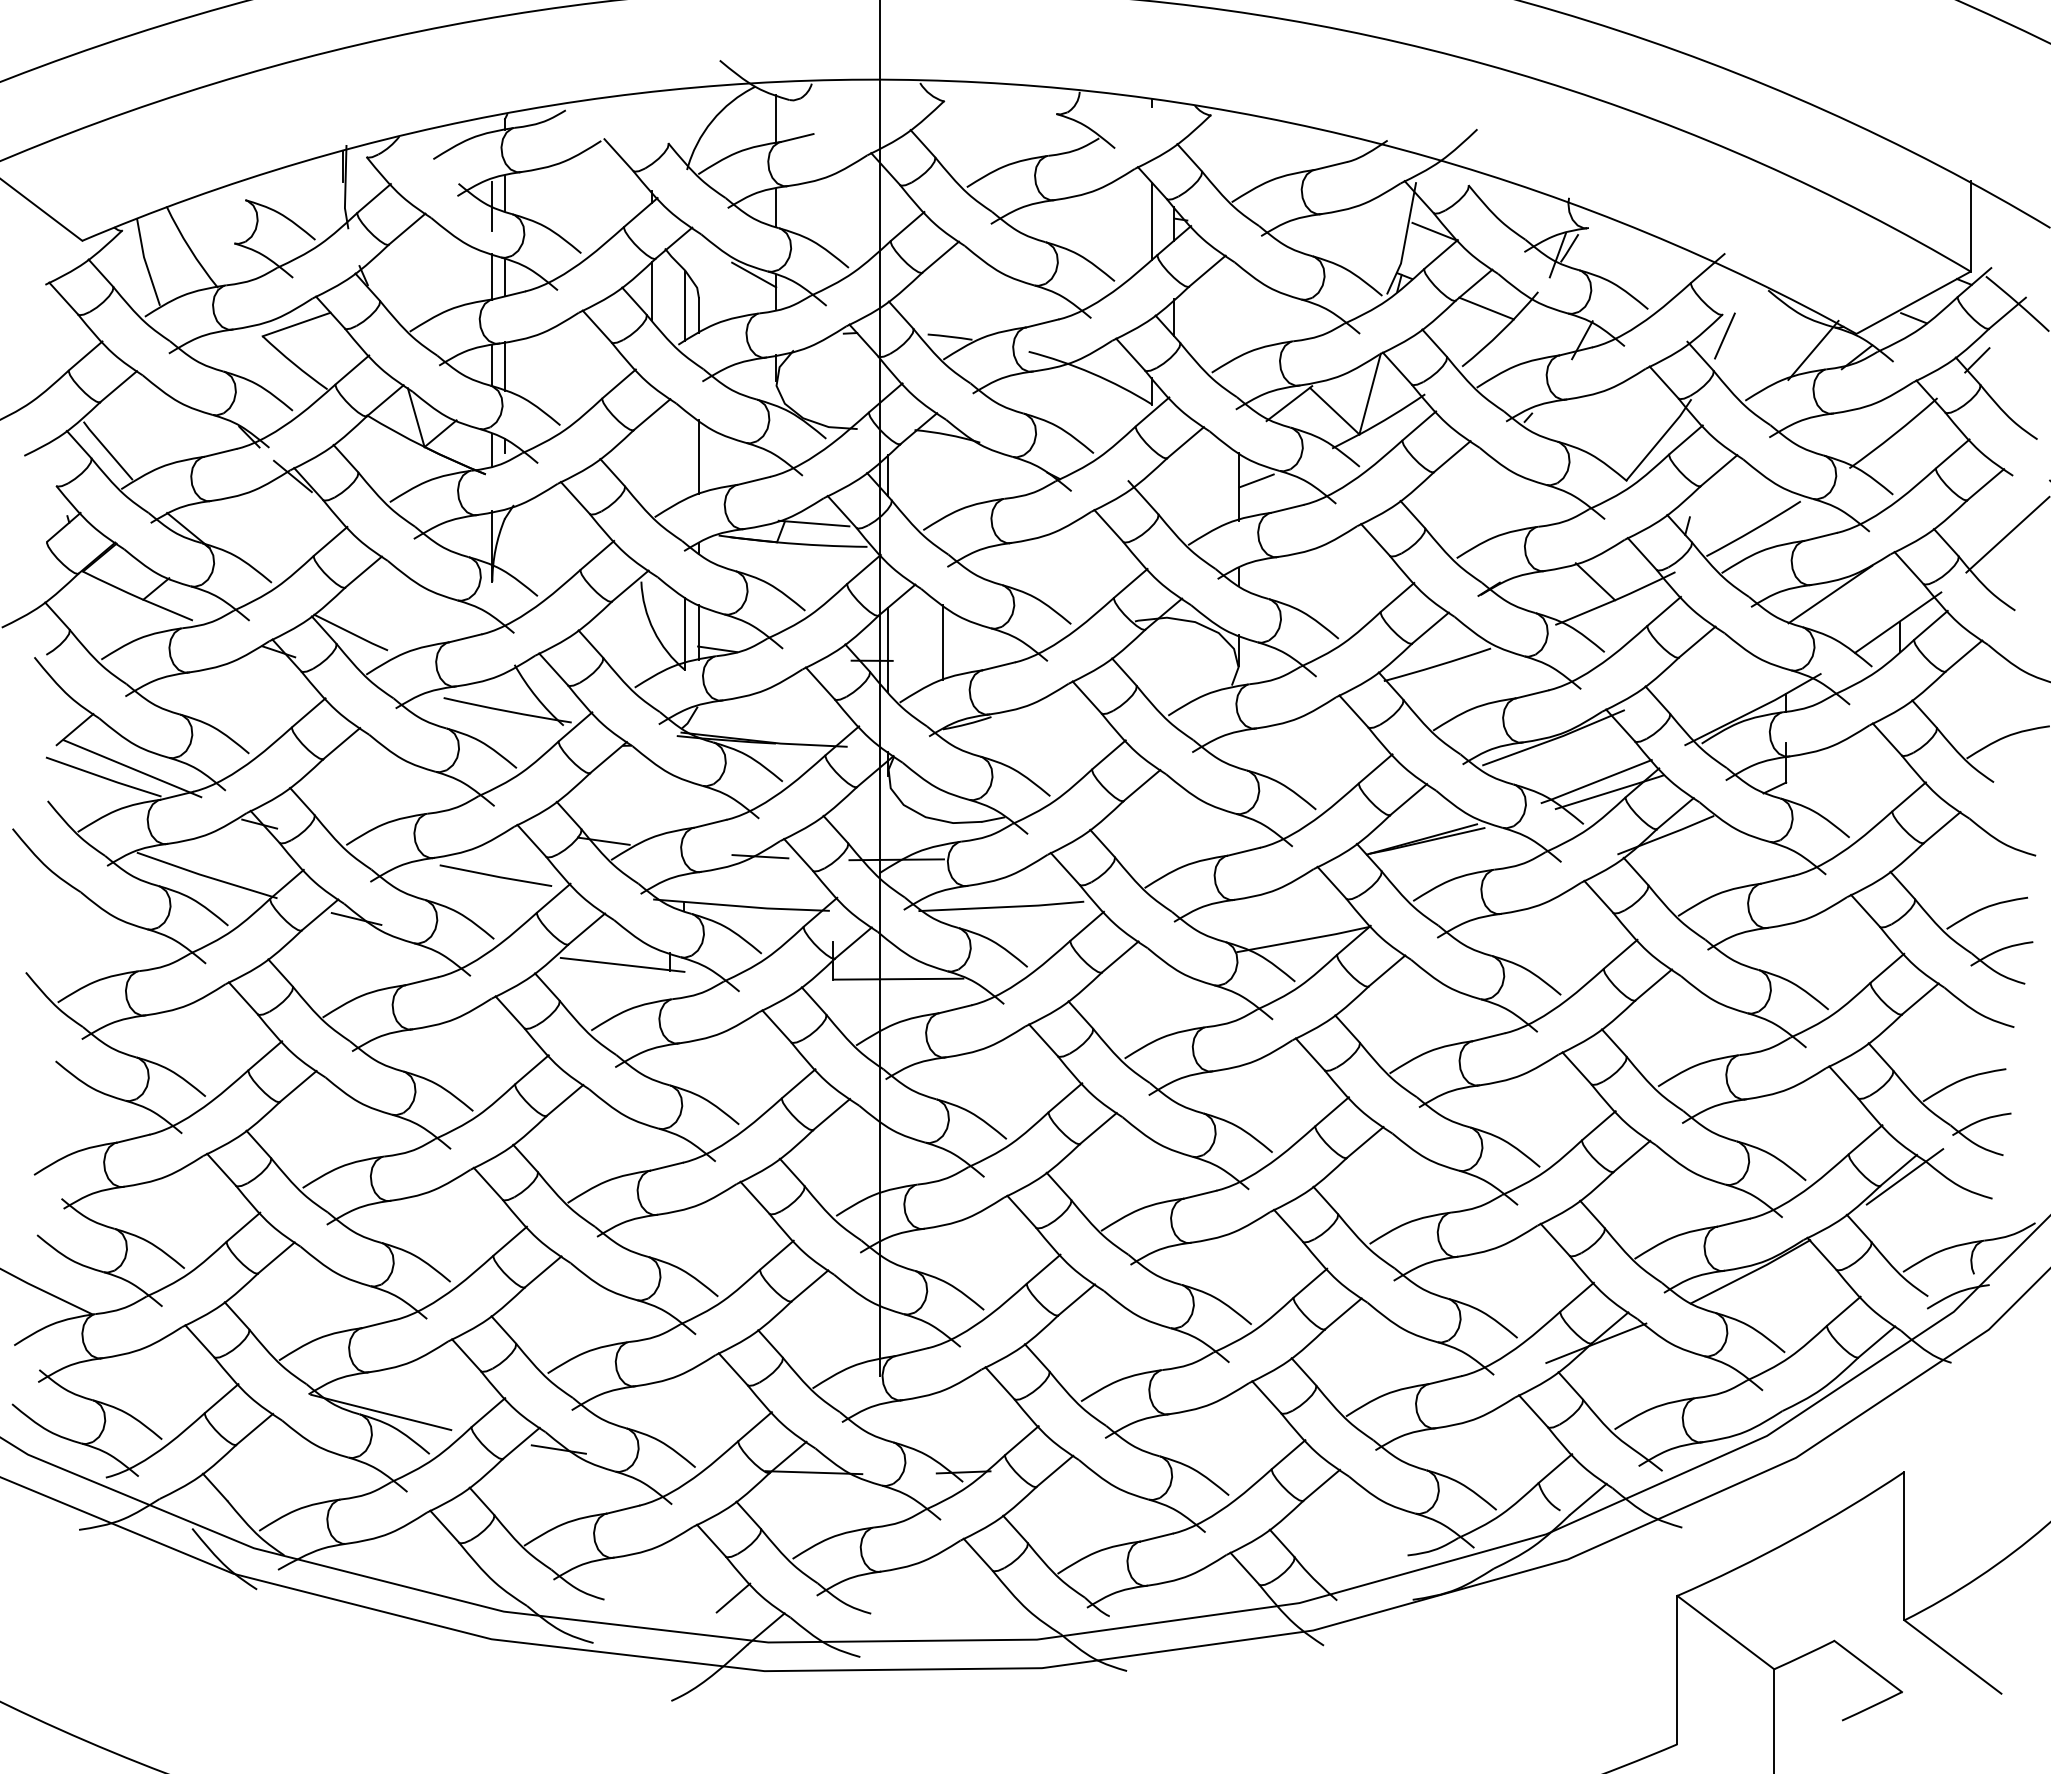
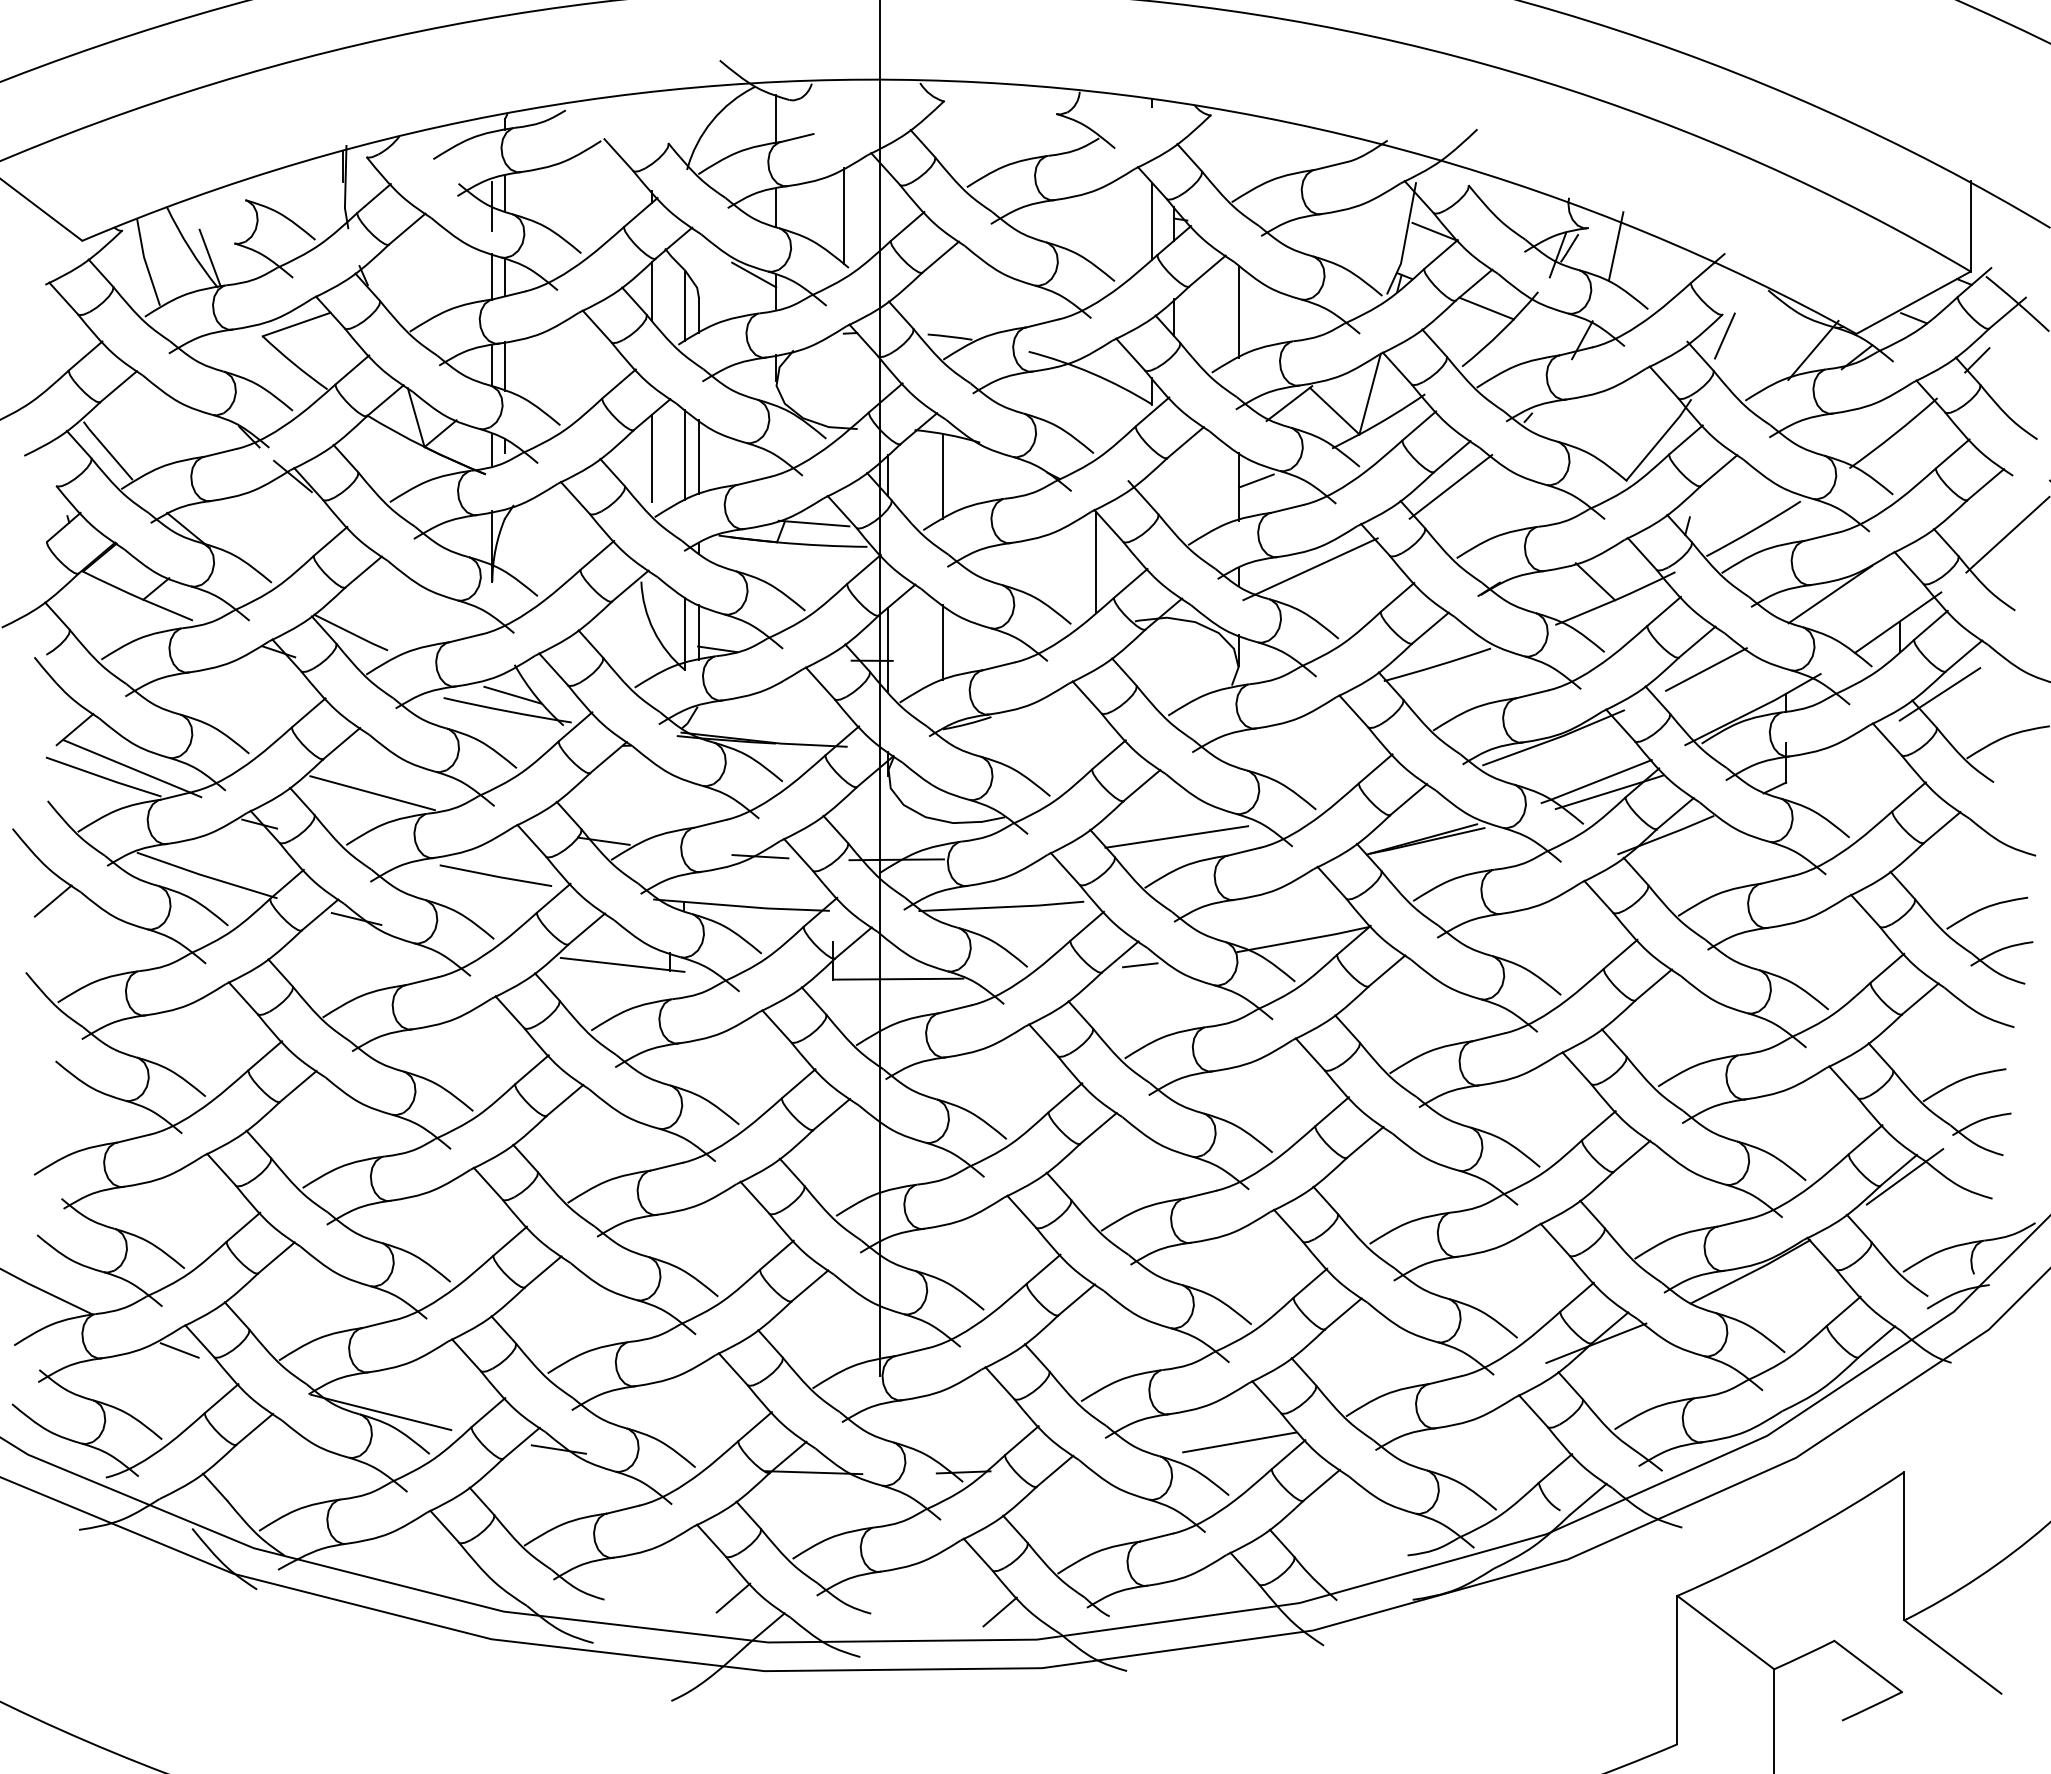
line at (843, 216): none -> present
line at (1615, 246): none -> present
line at (209, 257): none -> present
line at (1238, 311): none -> present
line at (685, 455): none -> present
line at (651, 458): none -> present
line at (942, 476): none -> present
line at (1450, 486): none -> present
line at (1096, 562): none -> present
line at (1310, 569): none -> present
line at (1706, 669): none -> present
line at (512, 694): none -> present
line at (1939, 694): none -> present
line at (372, 793): none -> present
line at (1176, 836): none -> present
line at (52, 900): none -> present
line at (1140, 965): none -> present
line at (179, 1350): none -> present
line at (1239, 1442): none -> present
line at (999, 1611): none -> present
